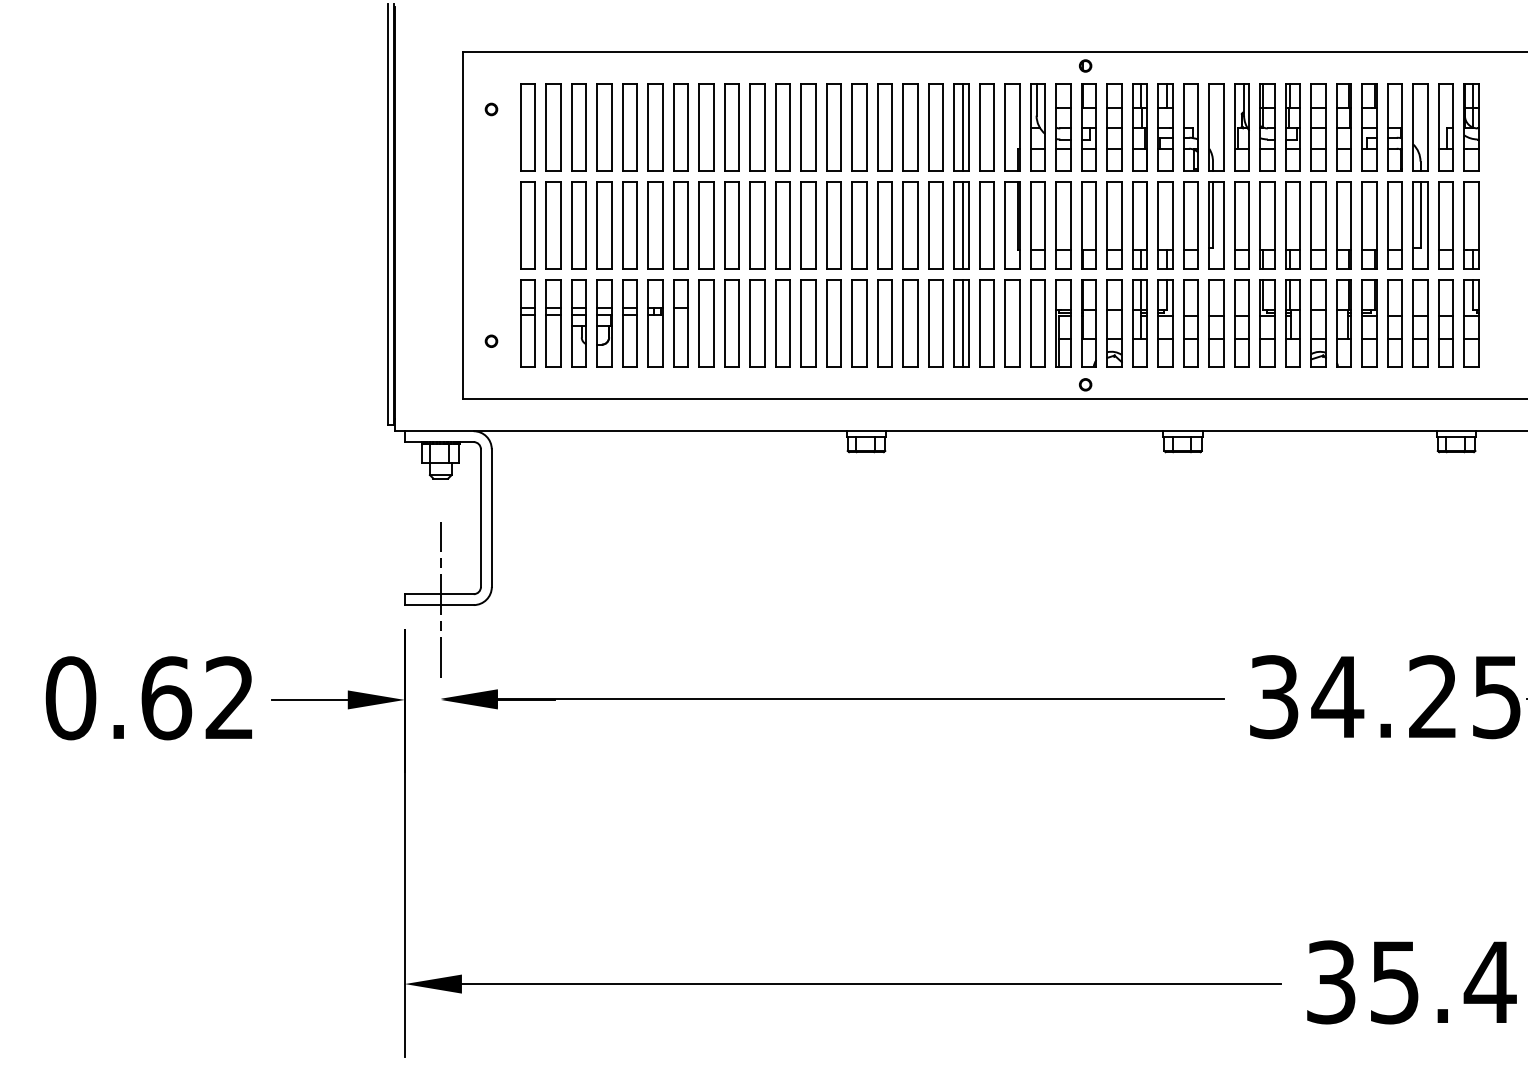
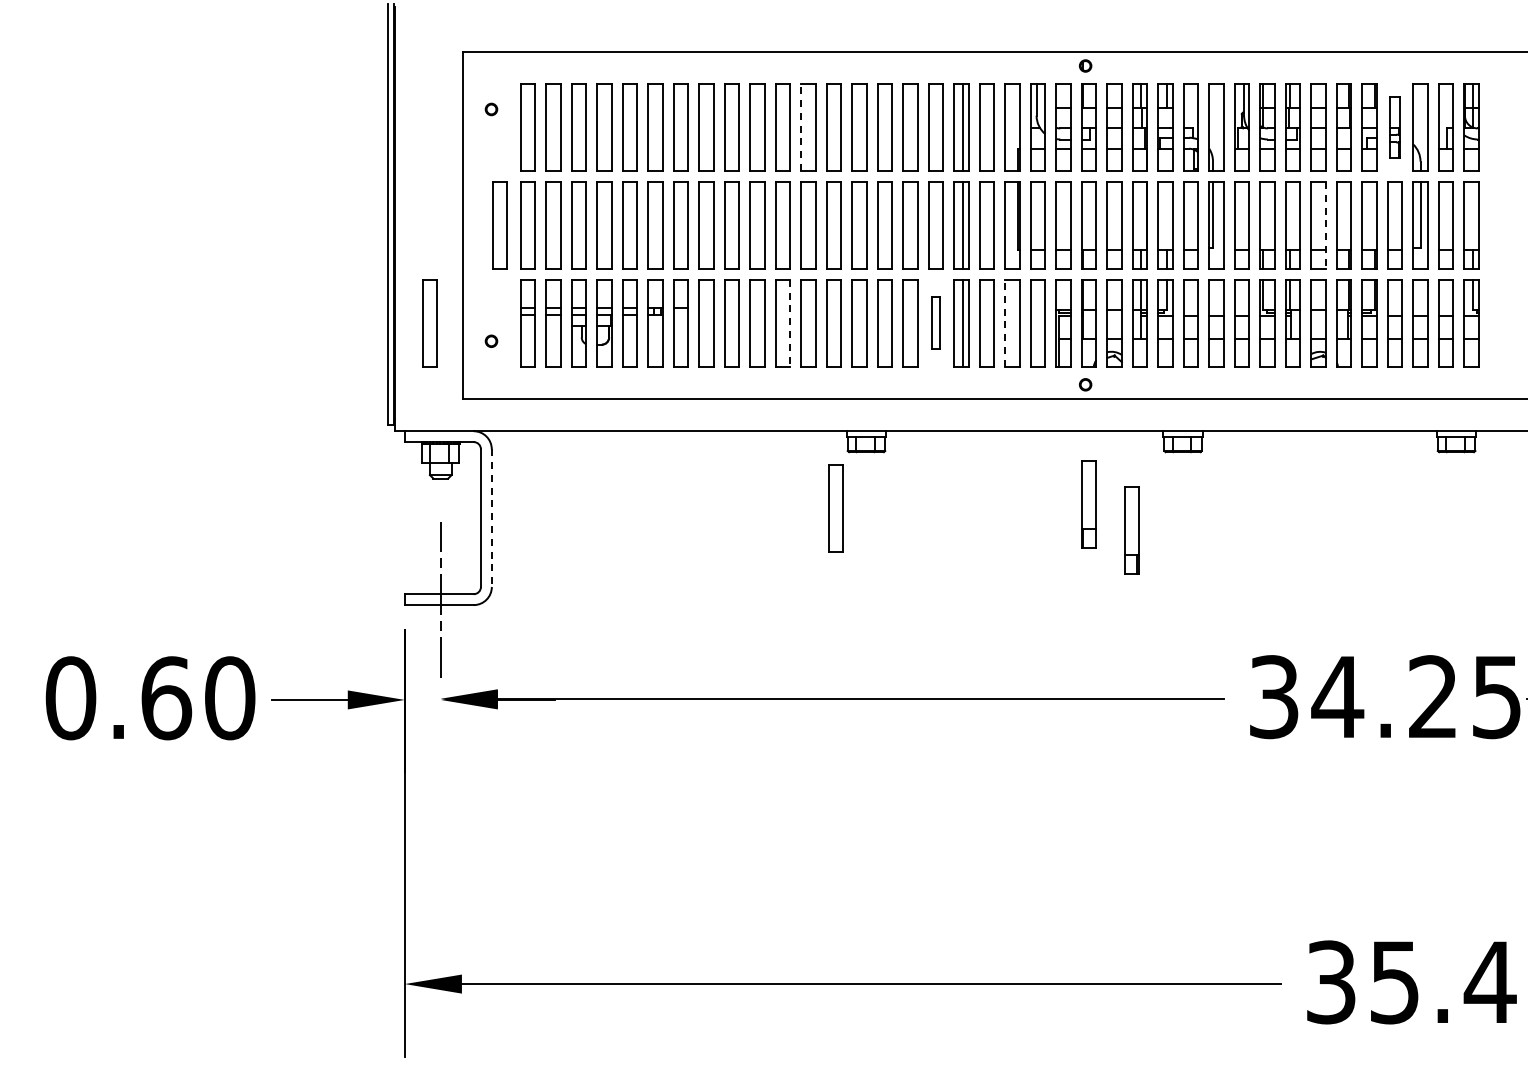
line at (801, 126): solid -> dashed
part at (1394, 127) size: 16x89 px -> 12x63 px
part at (499, 225): none -> present
line at (1325, 225): solid -> dashed
line at (1005, 322): solid -> dashed
part at (429, 323): none -> present
line at (790, 323): solid -> dashed
part at (935, 323) size: 16x89 px -> 10x54 px
part at (1088, 504): none -> present
part at (835, 508): none -> present
line at (491, 518): solid -> dashed
part at (1131, 530): none -> present
text at (230, 698): 0.62 -> 0.60
